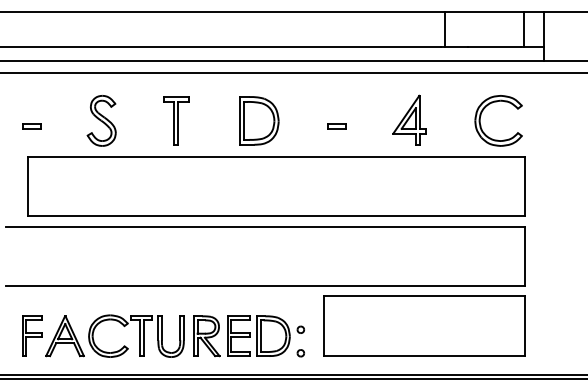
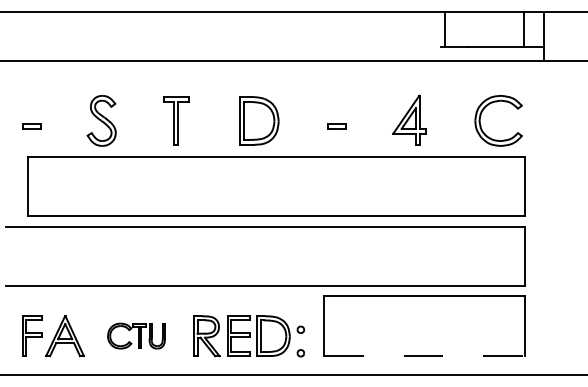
line at (221, 46): present -> none
line at (293, 73): present -> none
part at (136, 335) size: 97x44 px -> 59x28 px
line at (424, 356): solid -> dashed
line at (293, 379): present -> none
